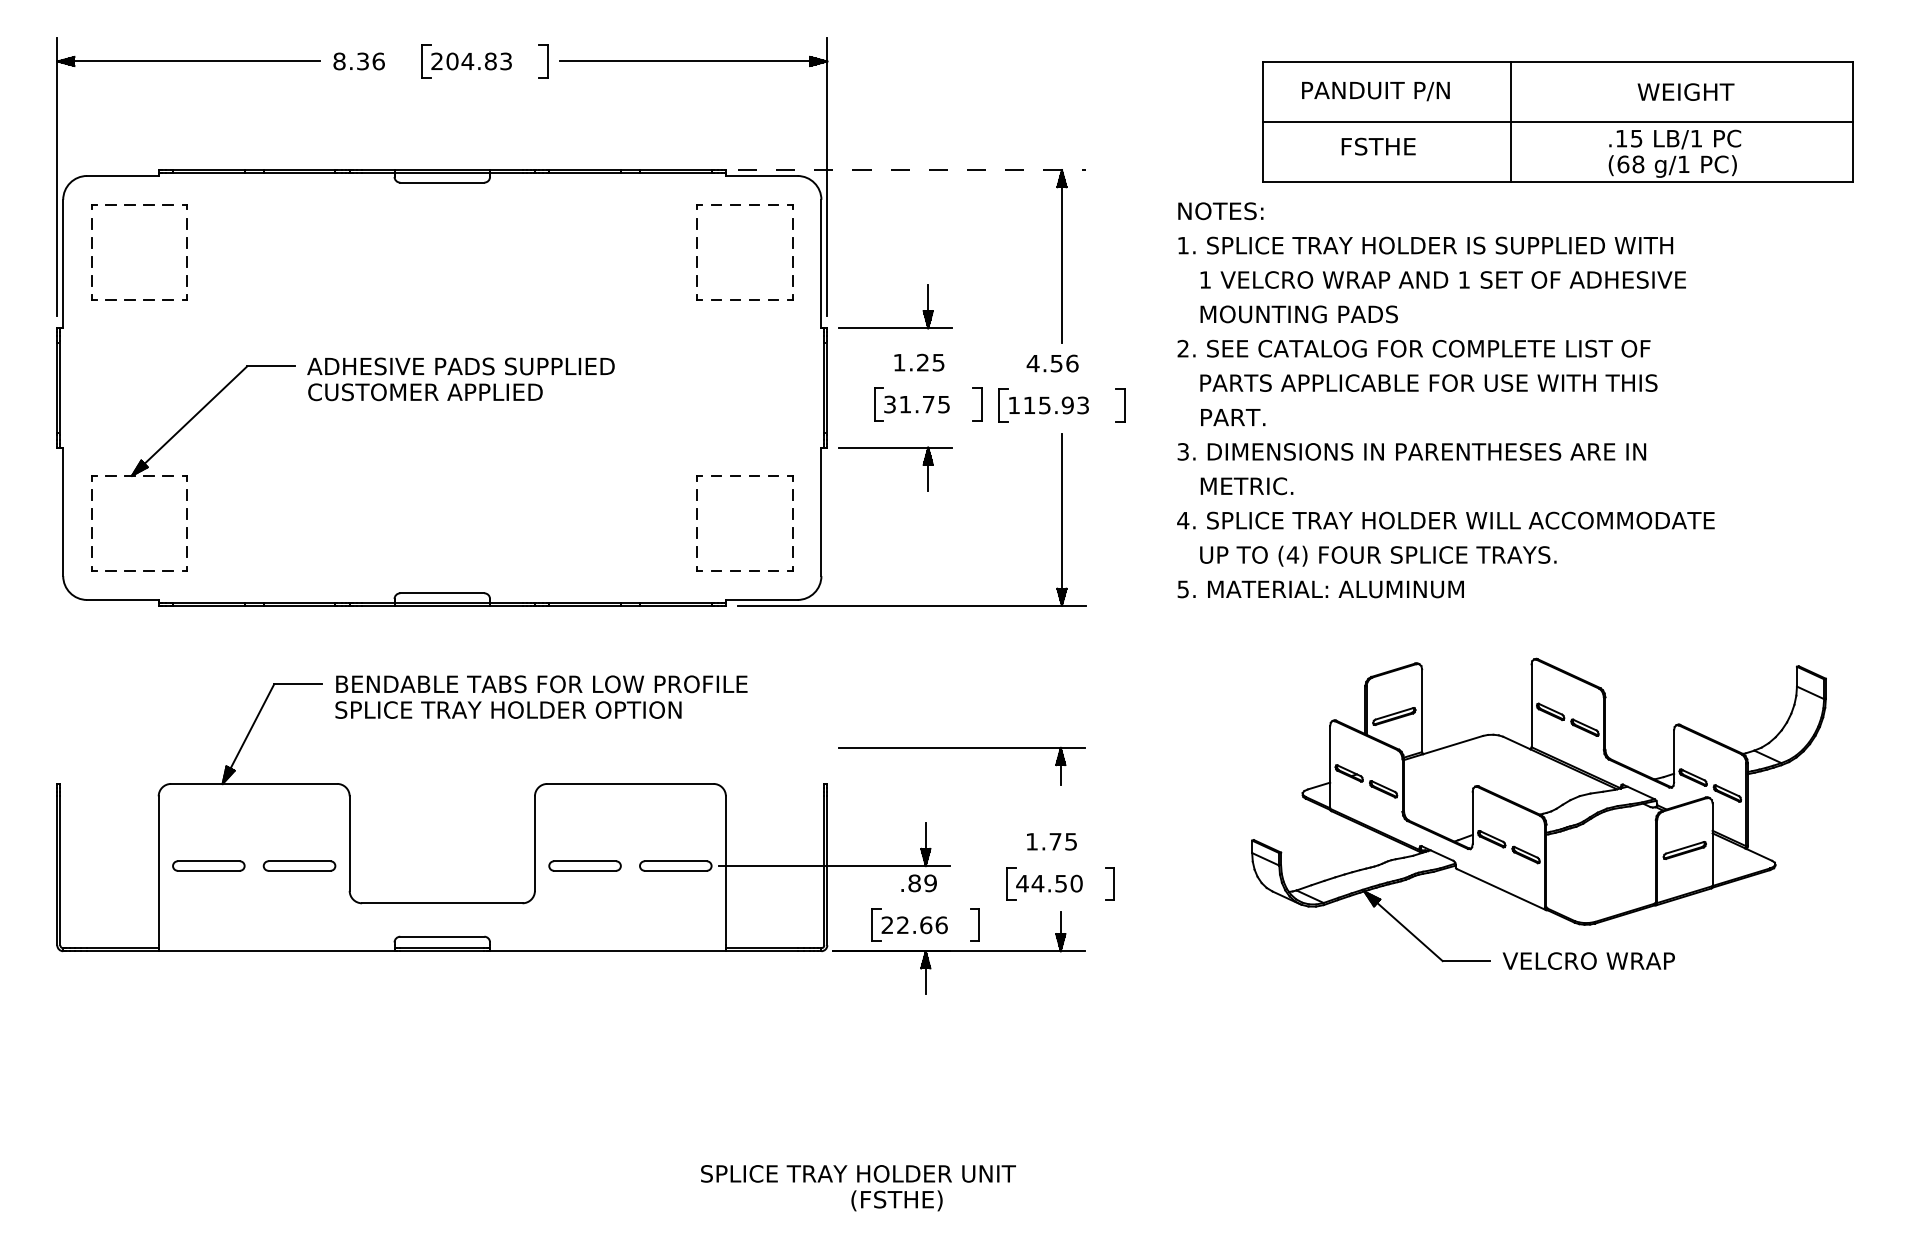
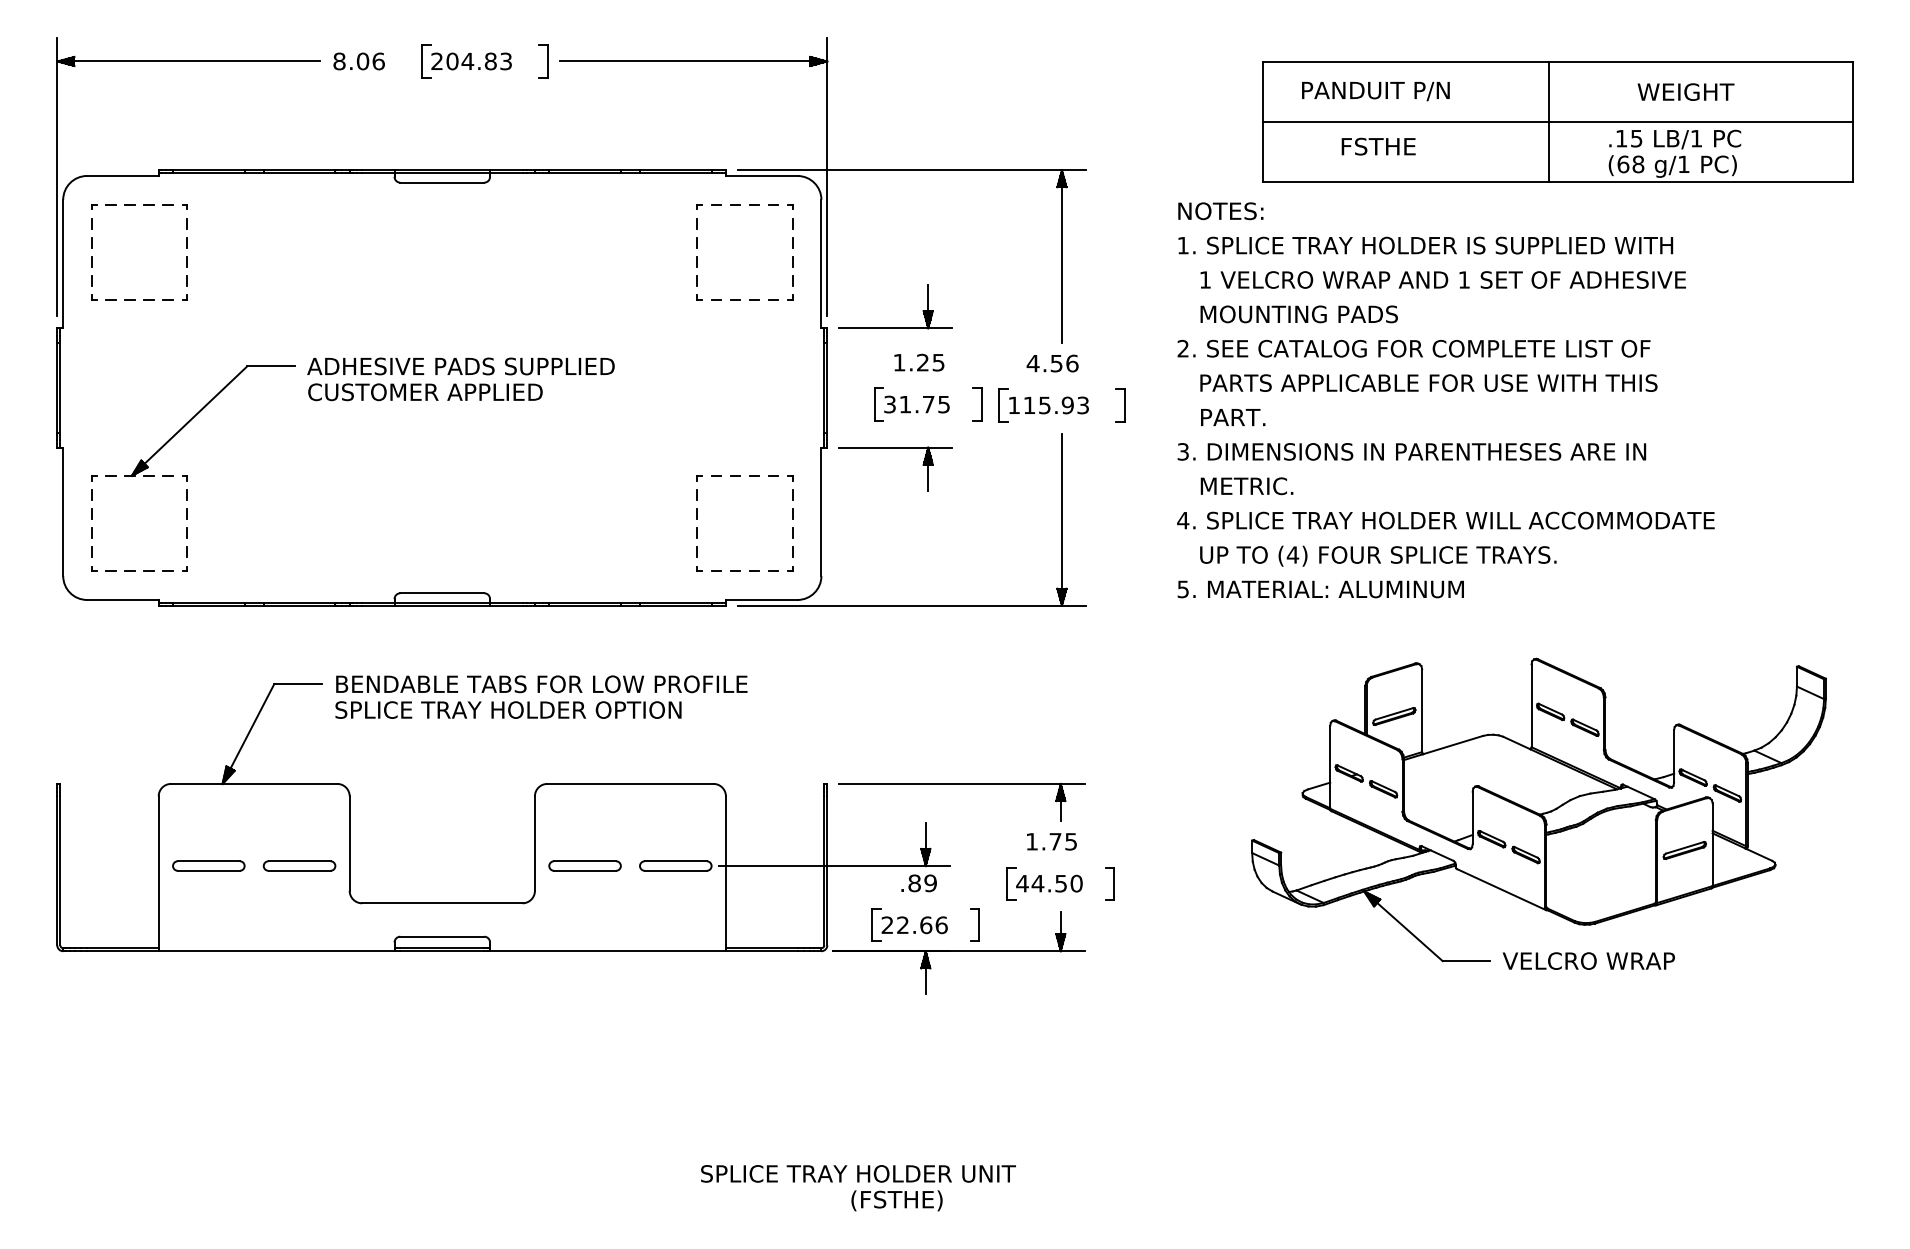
text at (362, 61): 8.36 -> 8.06
line at (1511, 121) position: (1511, 121) -> (1549, 121)
line at (911, 170): dashed -> solid
part at (961, 748) position: (961, 748) -> (961, 784)
